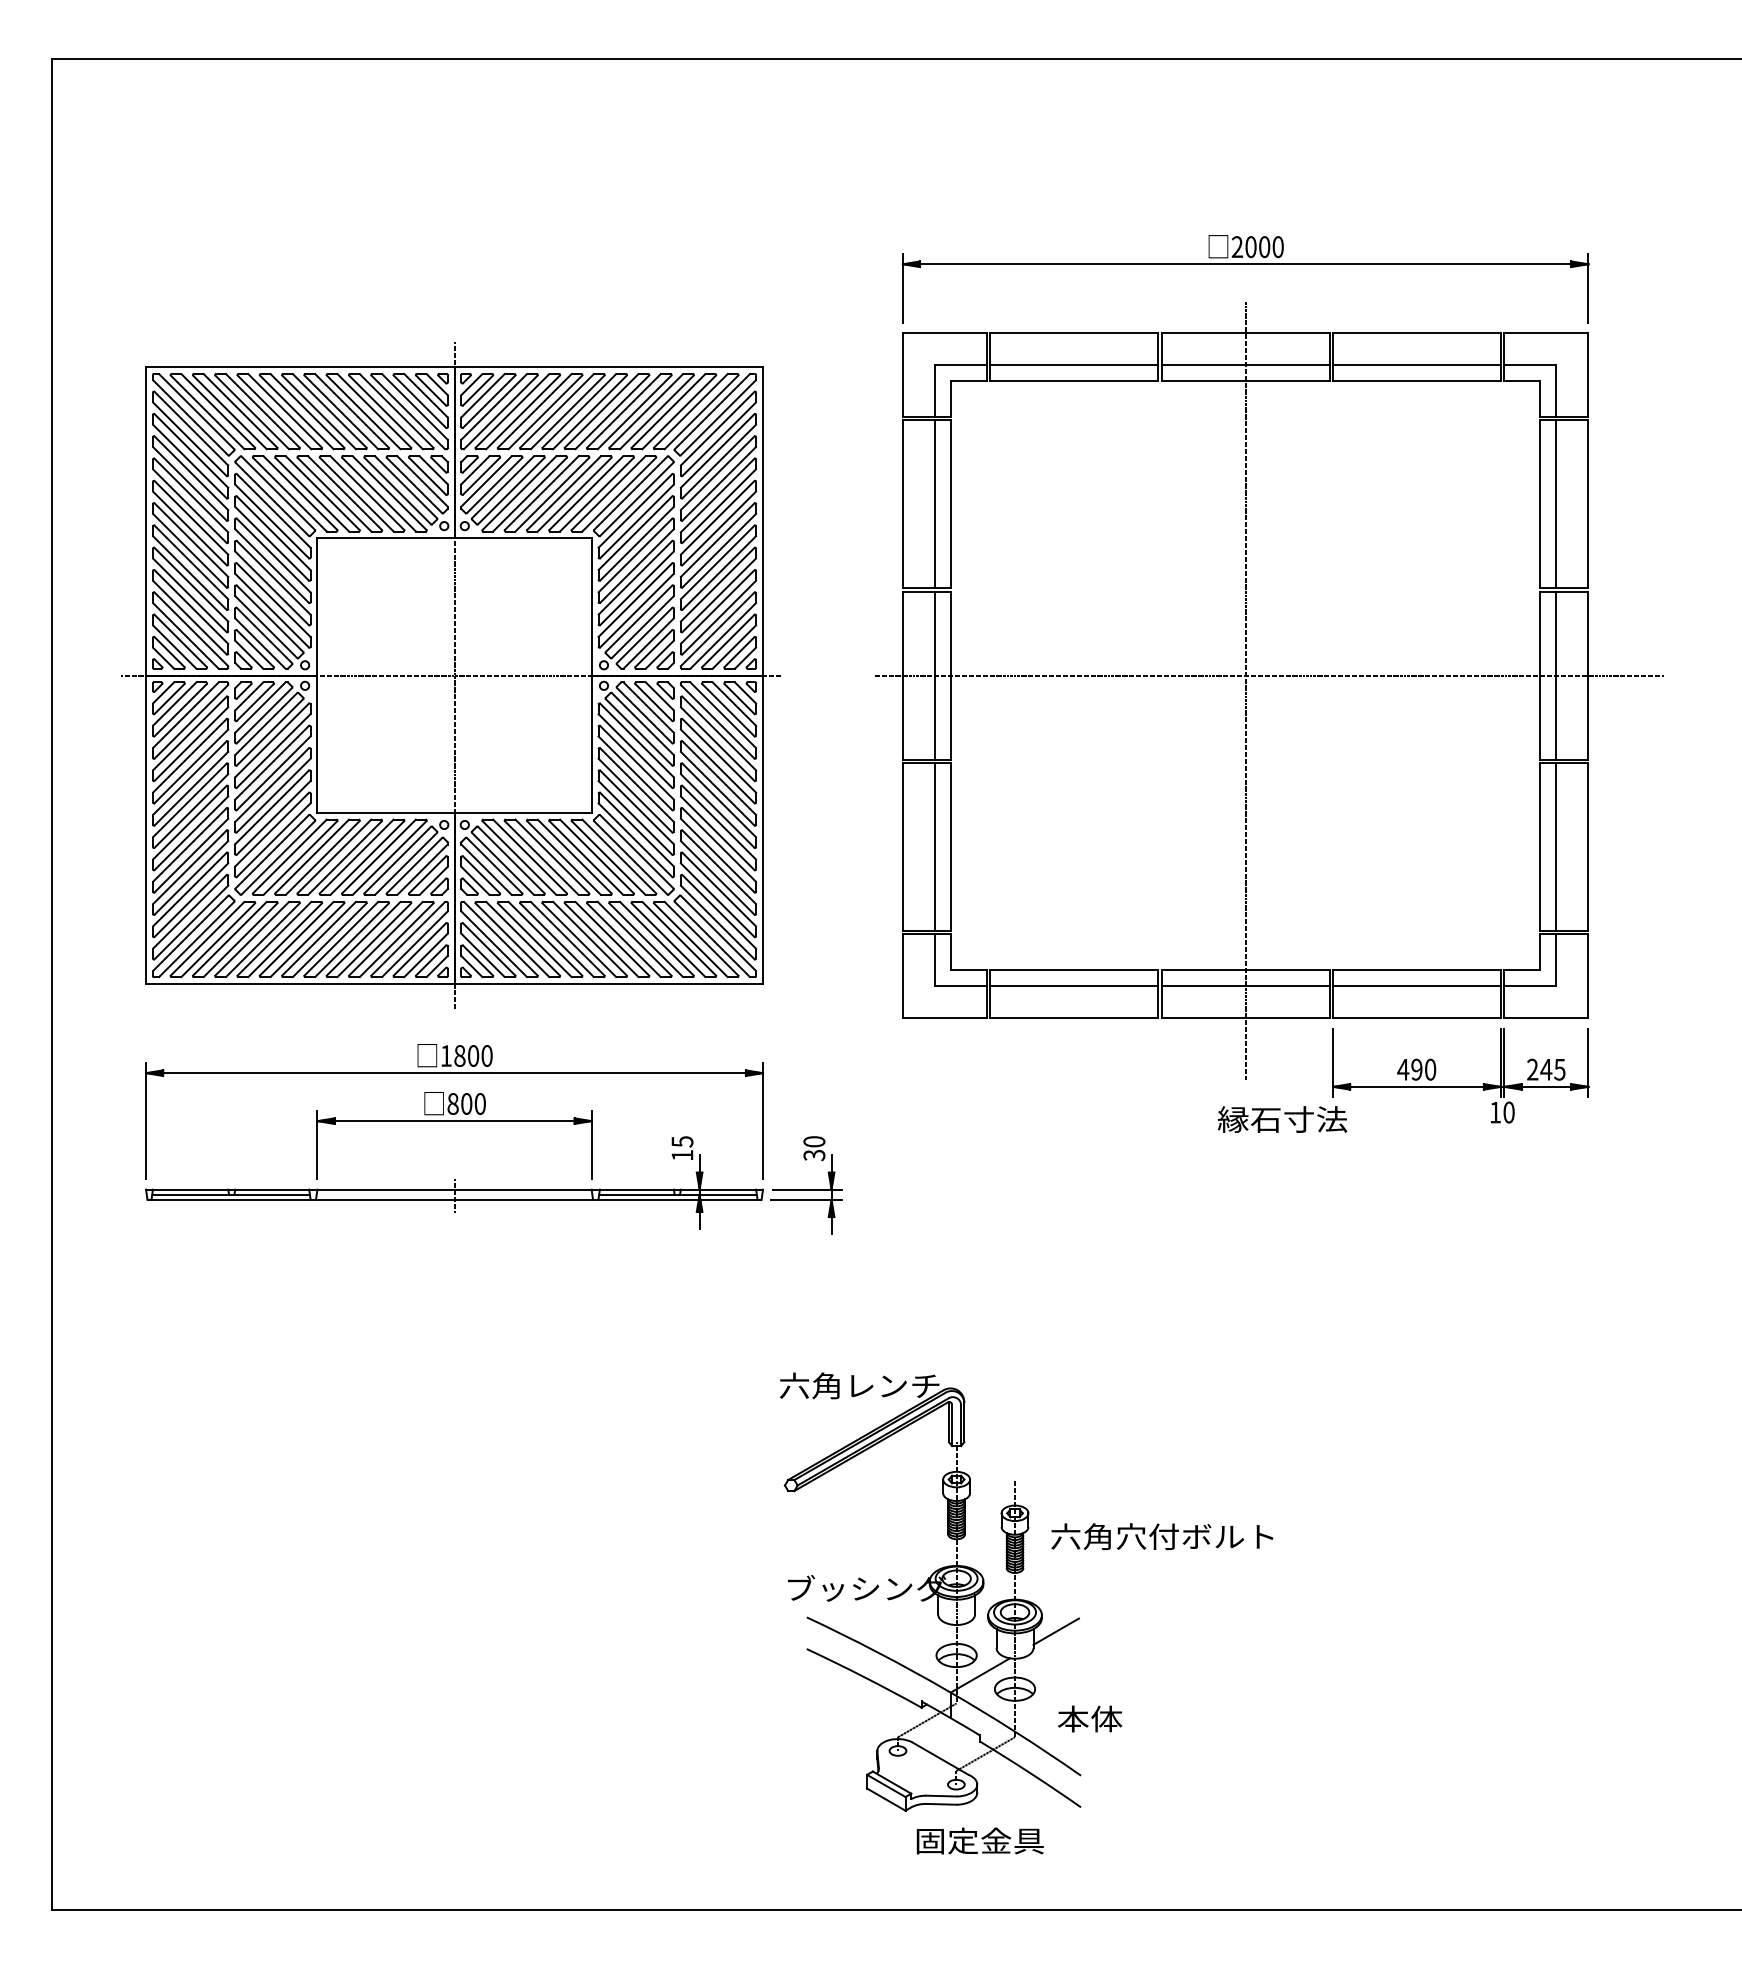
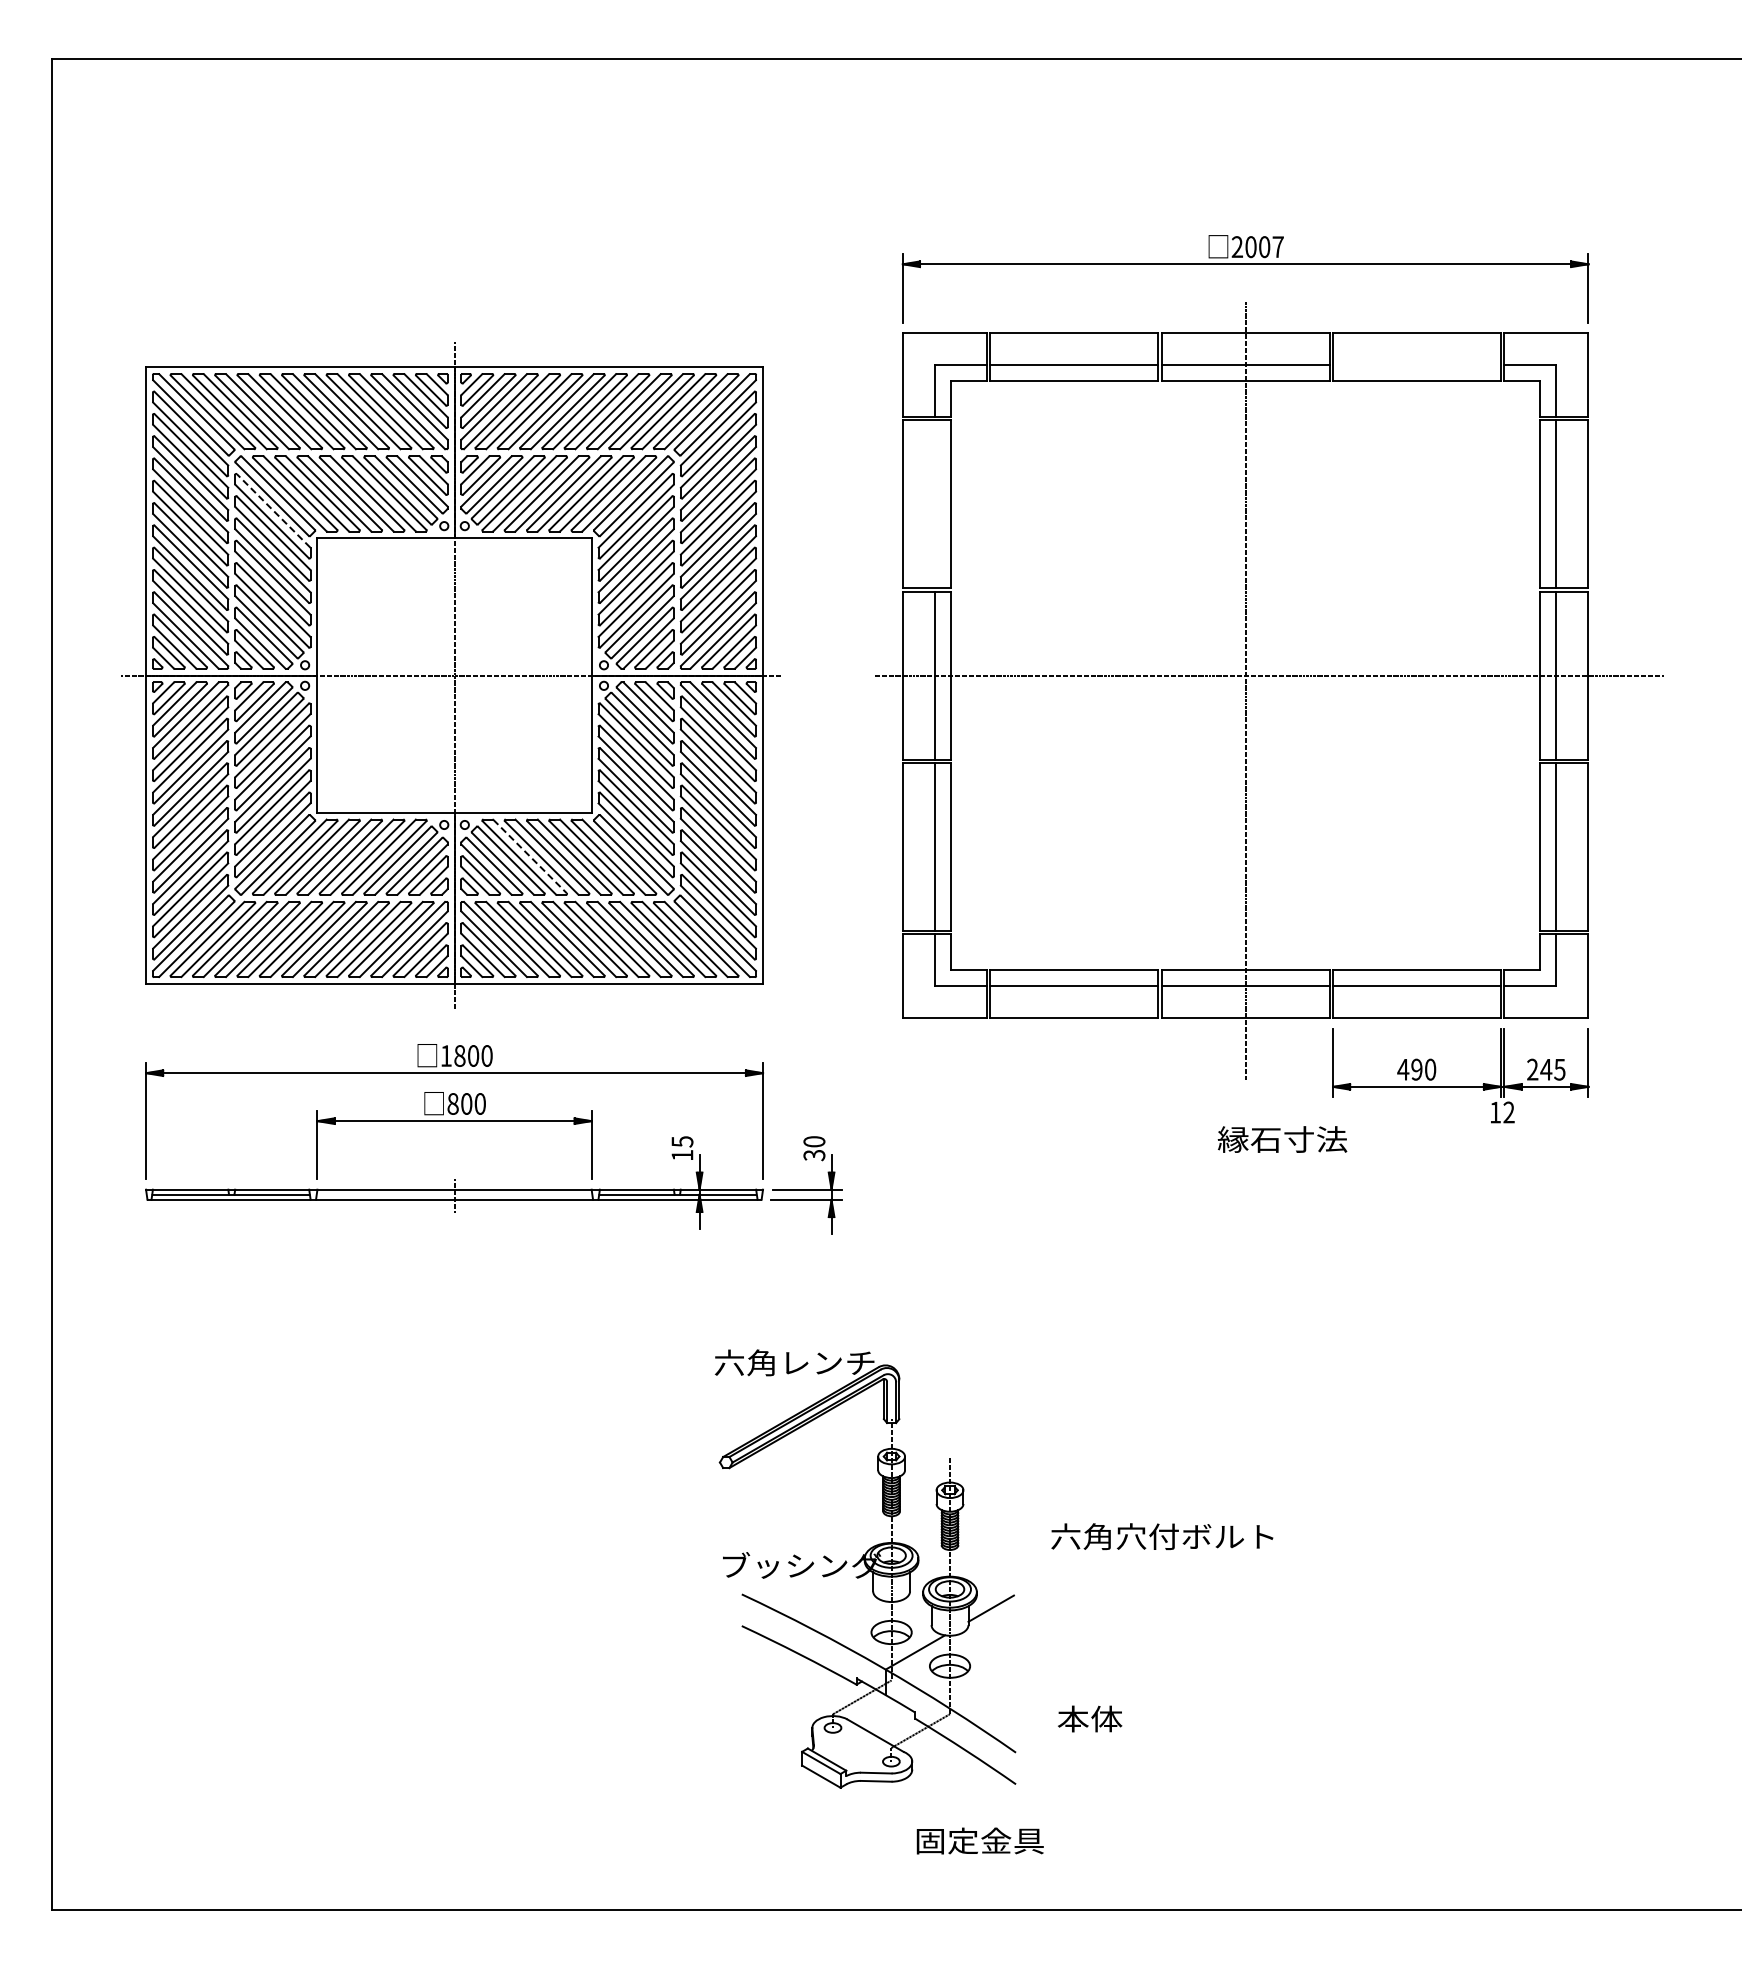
text at (1277, 247): 2000 -> 2007
line at (1417, 365): present -> none
line at (935, 504): present -> none
line at (273, 510): solid -> dashed
line at (530, 856): solid -> dashed
text at (1508, 1112): 10 -> 12
text at (1282, 1119) position: (1282, 1119) -> (1282, 1139)
part at (930, 1591) position: (930, 1591) -> (865, 1568)
